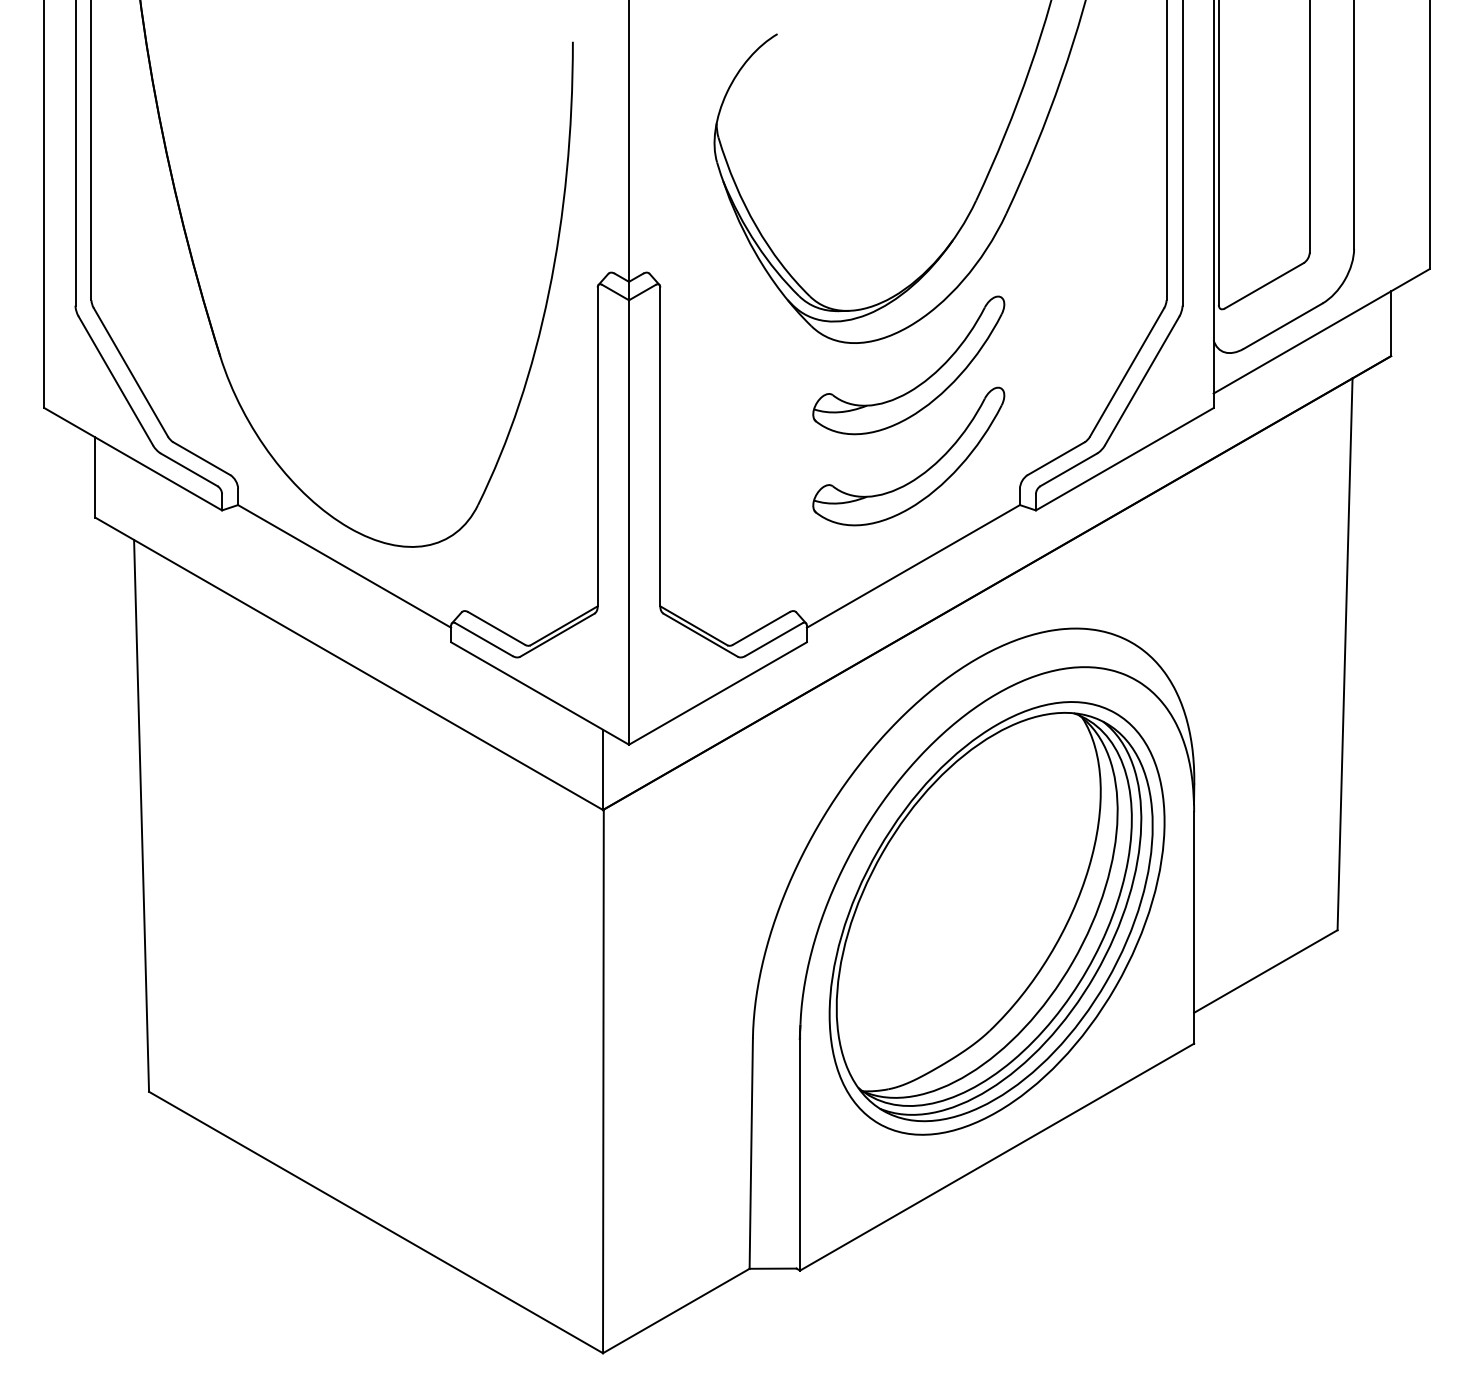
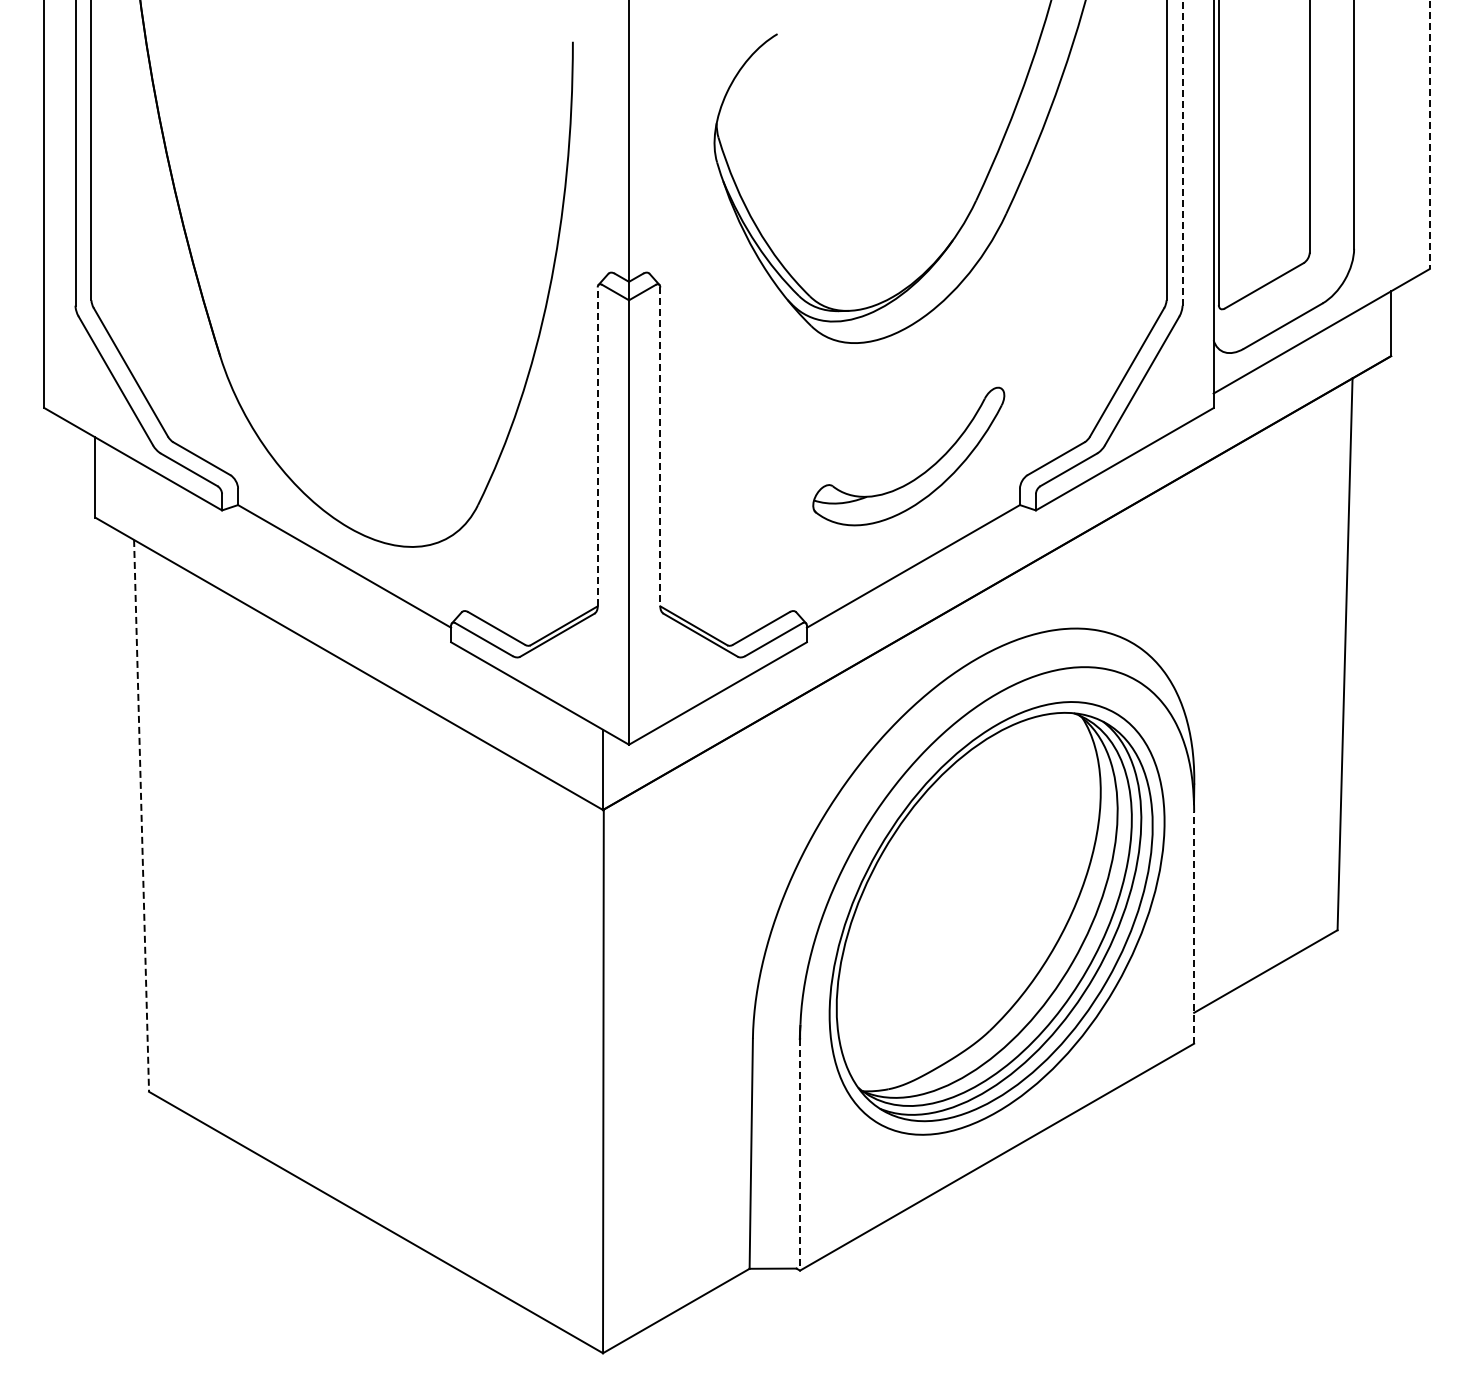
line at (1429, 135): solid -> dashed
line at (1182, 152): solid -> dashed
part at (921, 382): present -> none
line at (597, 446): solid -> dashed
line at (660, 447): solid -> dashed
line at (141, 816): solid -> dashed
line at (1194, 927): solid -> dashed
line at (800, 1154): solid -> dashed
